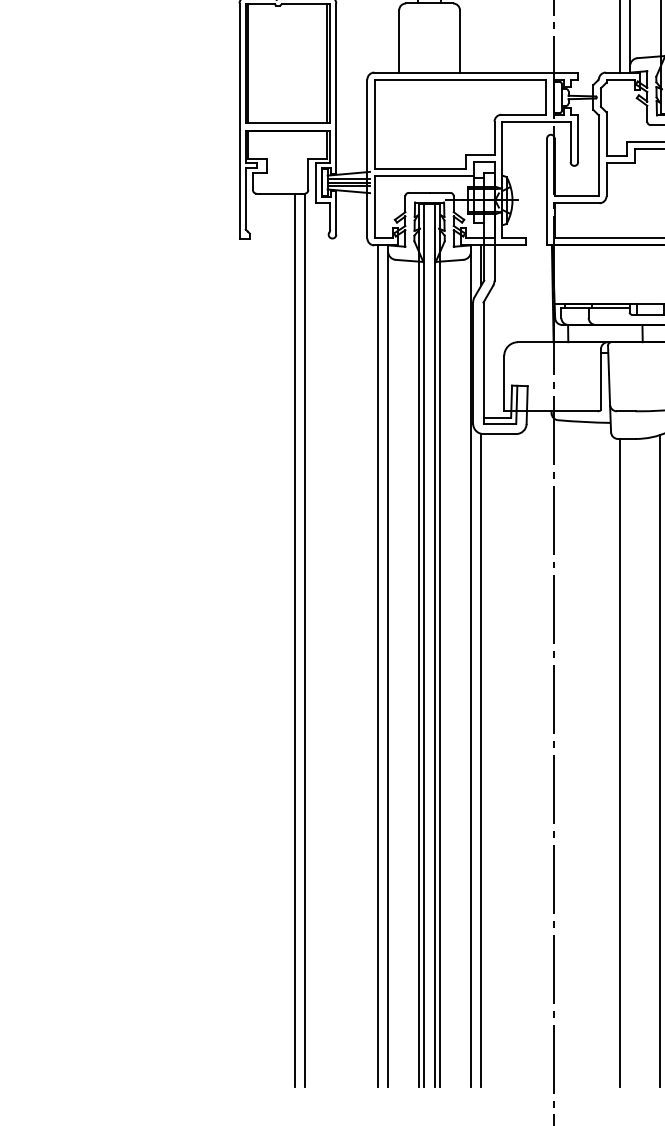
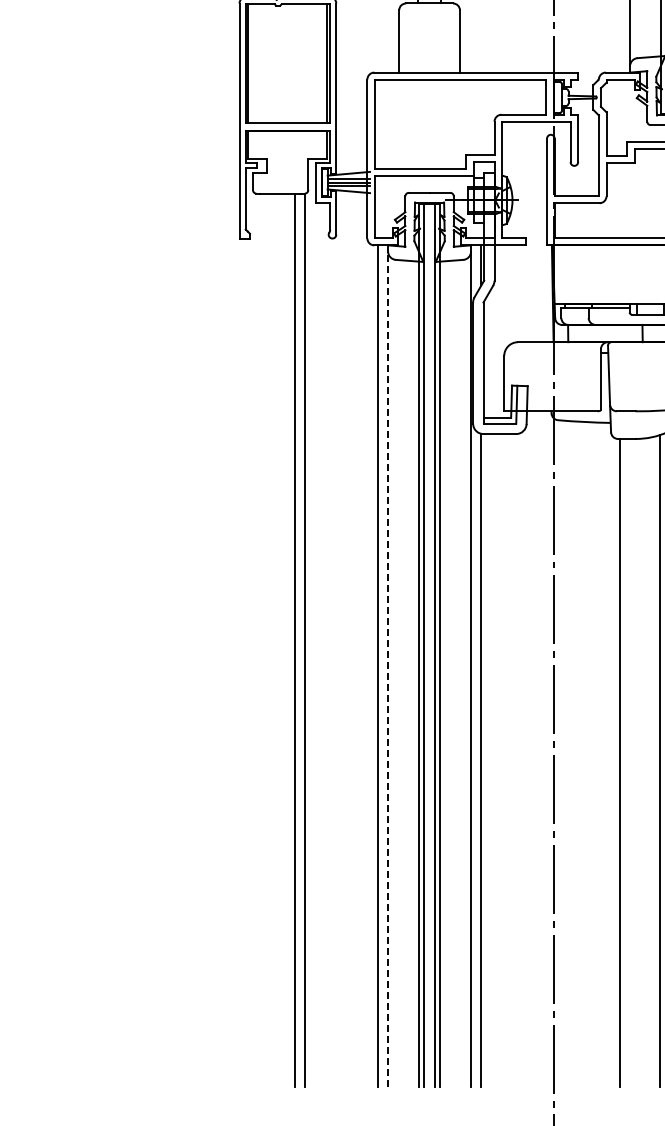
line at (619, 37): present -> none
line at (388, 669): solid -> dashed
